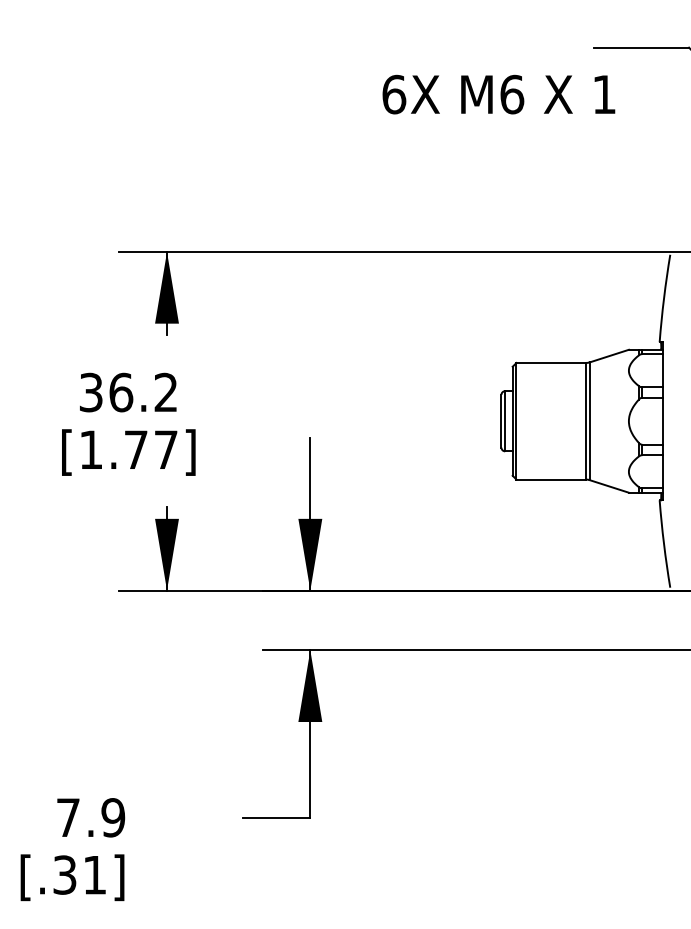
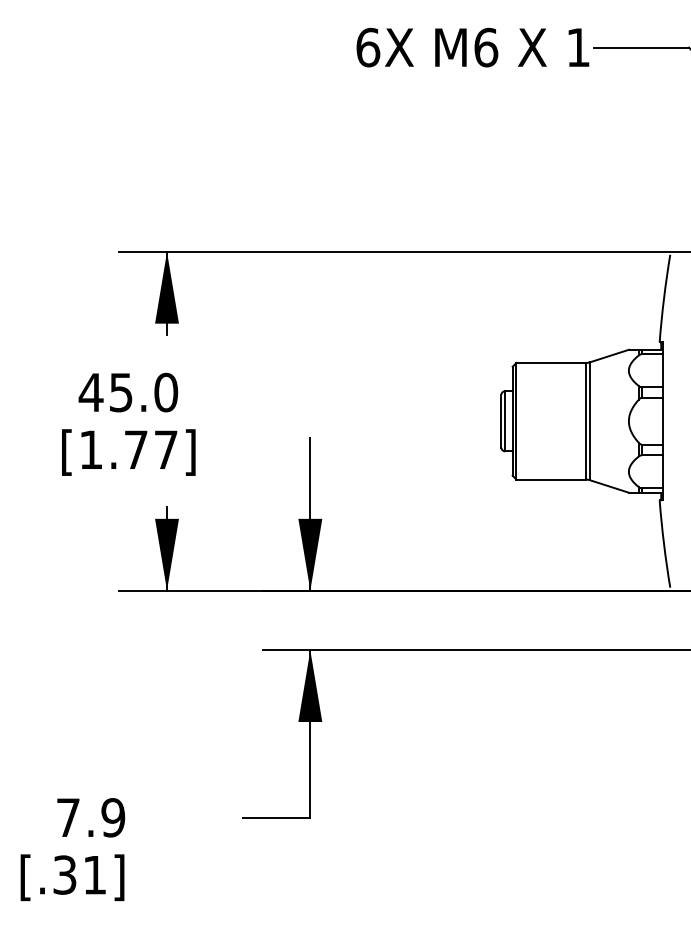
text at (498, 94) position: (498, 94) -> (472, 47)
text at (128, 392): 36.2 -> 45.0
